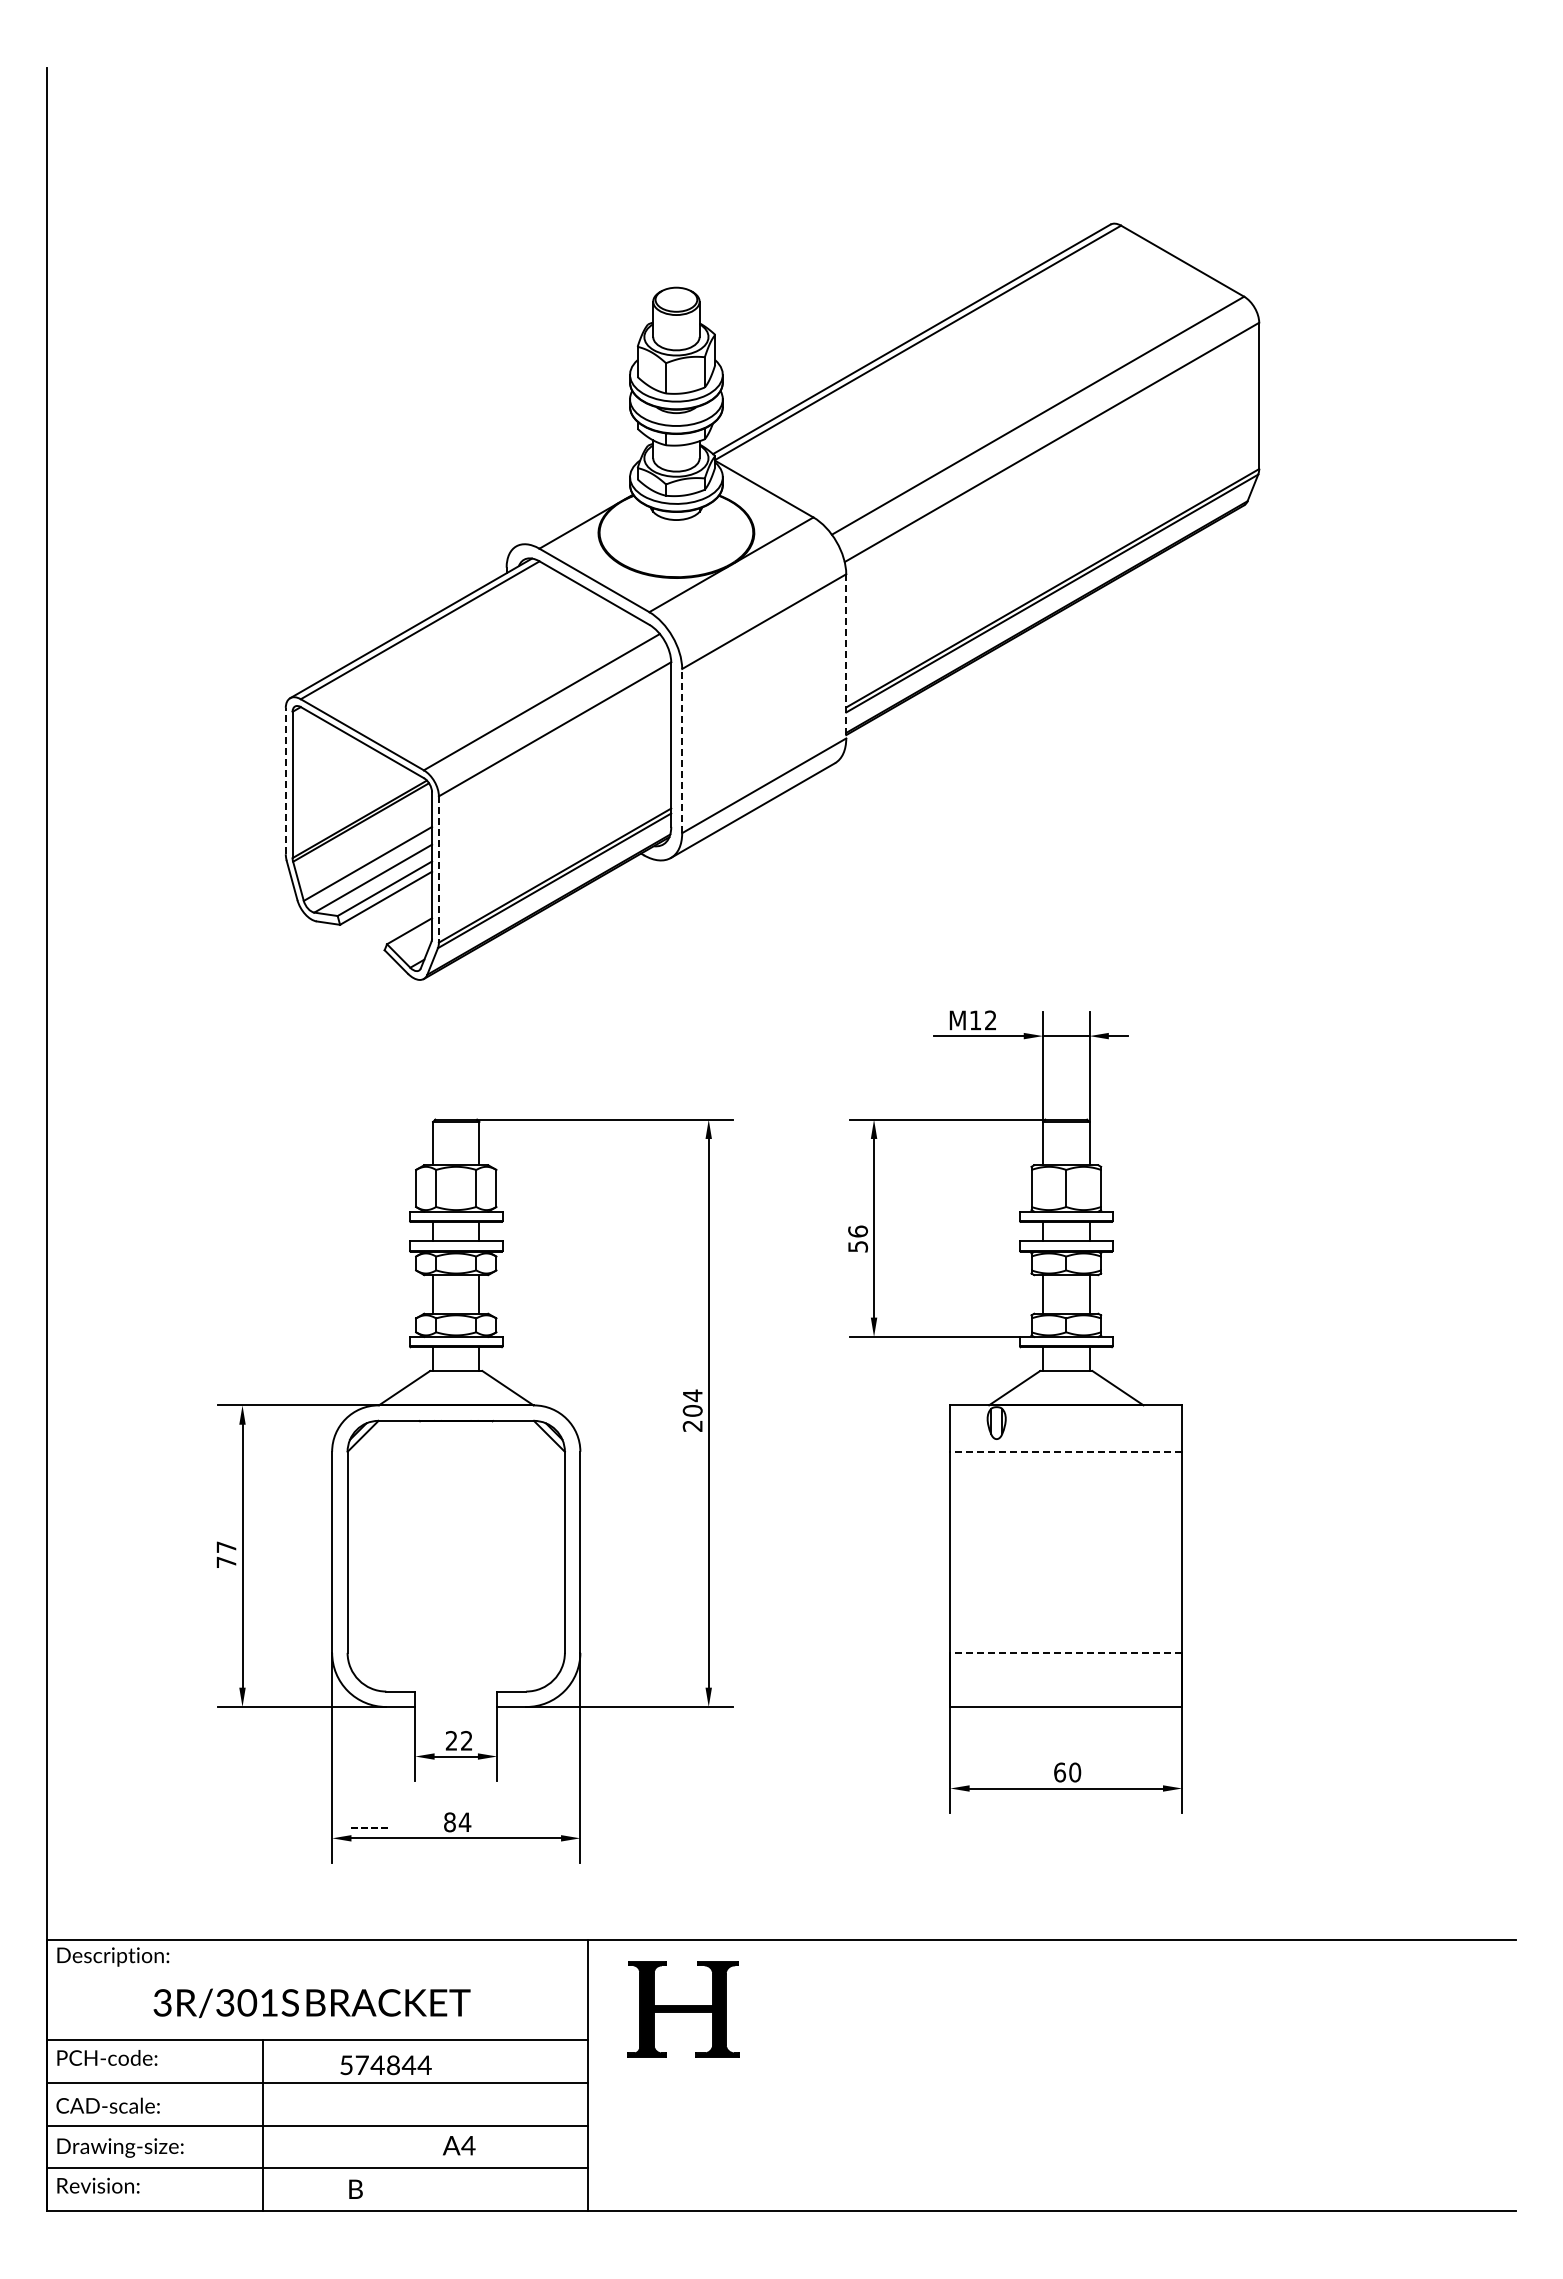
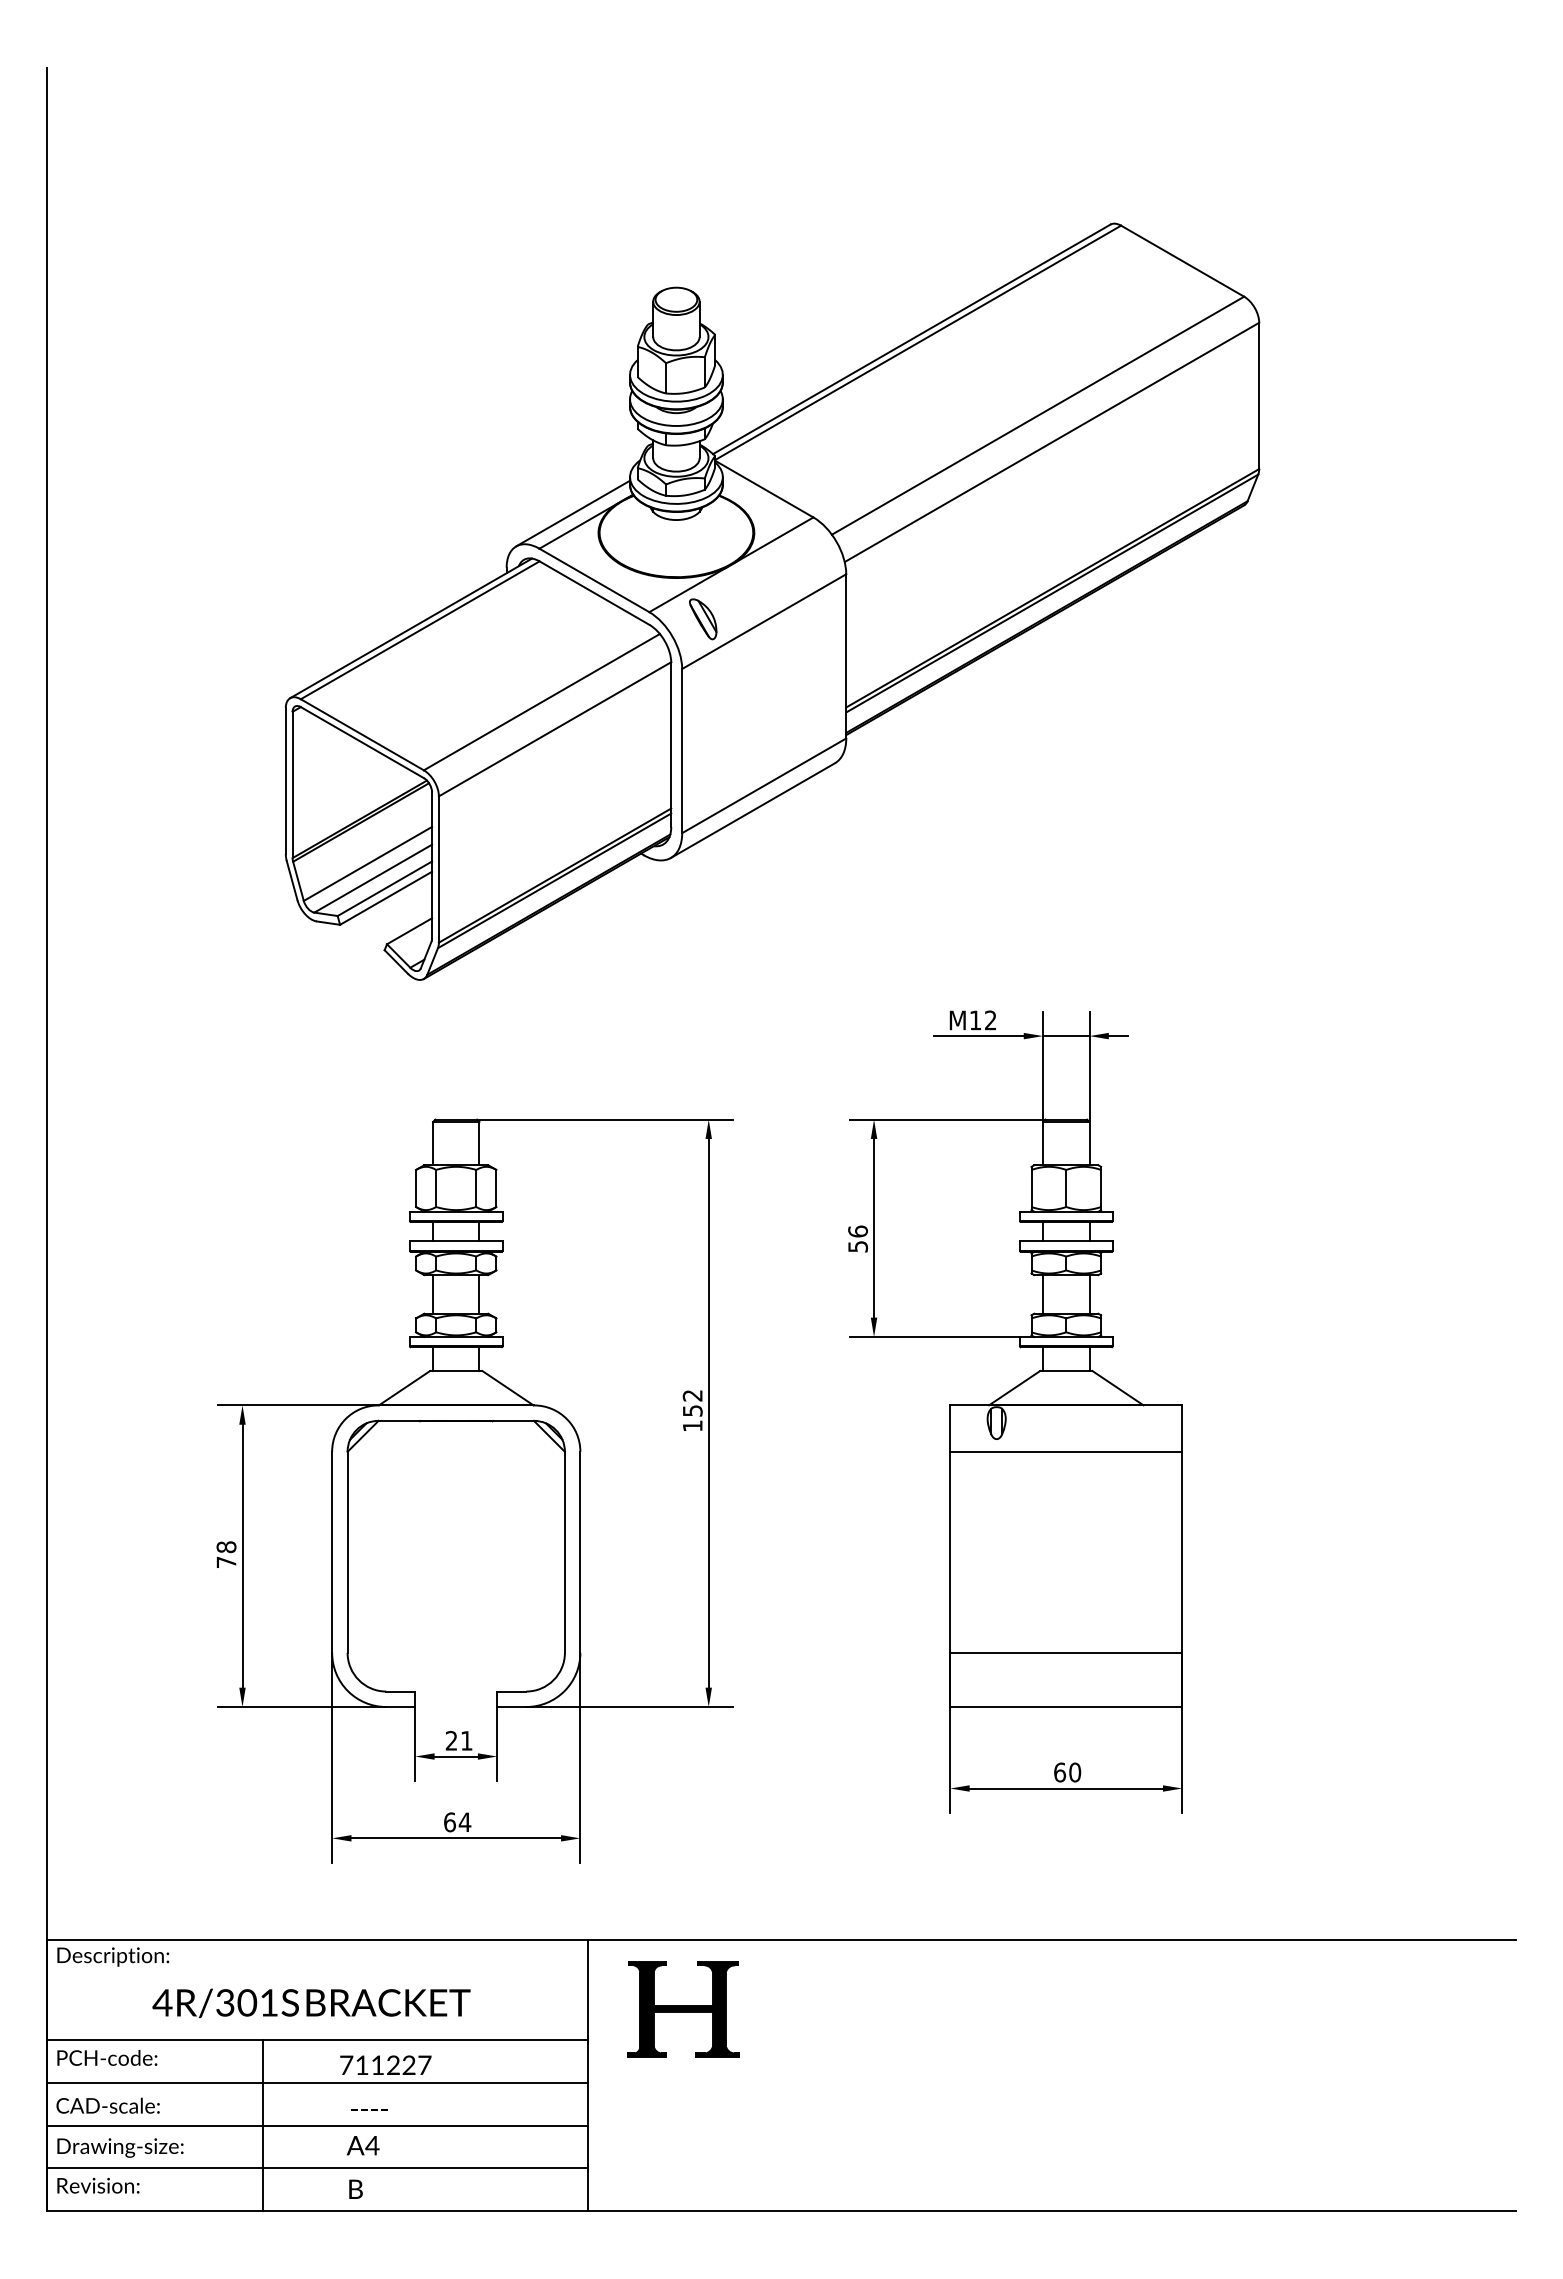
line at (573, 513): none -> present
part at (703, 619): none -> present
line at (846, 656): dashed -> solid
line at (682, 750): dashed -> solid
line at (285, 780): dashed -> solid
line at (438, 870): dashed -> solid
text at (692, 1410): 204 -> 152
line at (1065, 1451): dashed -> solid
text at (226, 1547): 77 -> 78
line at (1065, 1652): dashed -> solid
text at (466, 1740): 22 -> 21
text at (449, 1822): 84 -> 64
text at (369, 1827) position: (369, 1827) -> (369, 2109)
text at (162, 2002): 3R/301S -> 4R/301S
text at (385, 2065): 574844 -> 711227
text at (459, 2145) position: (459, 2145) -> (363, 2145)
